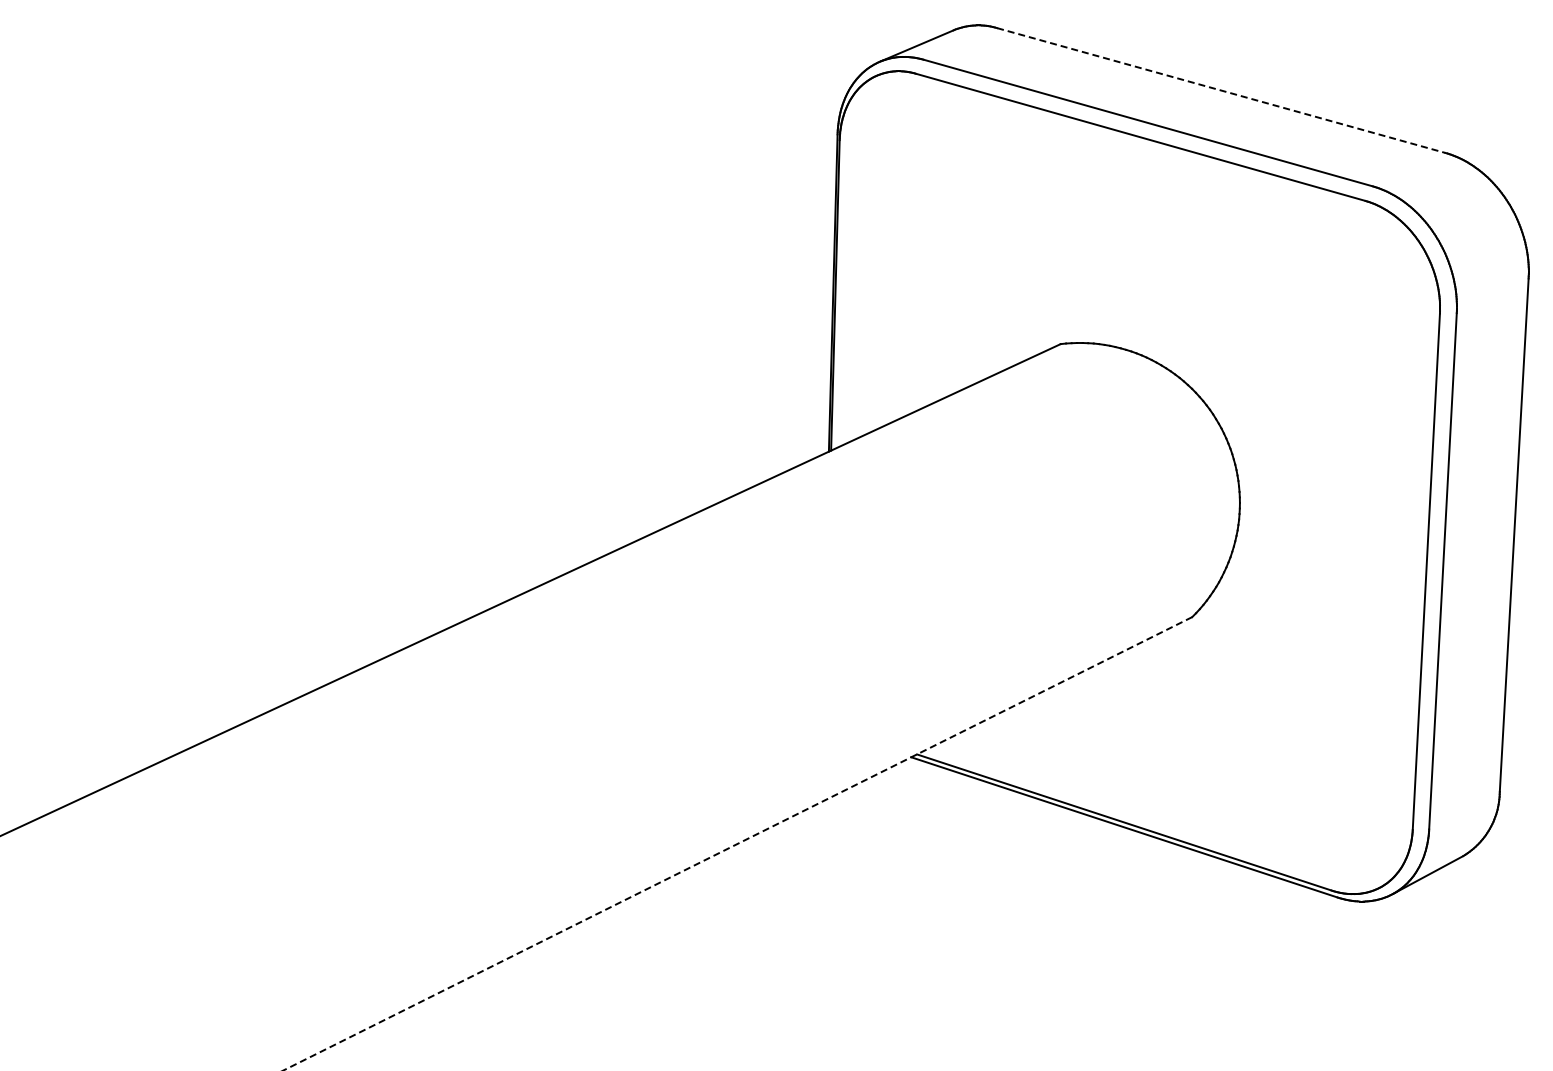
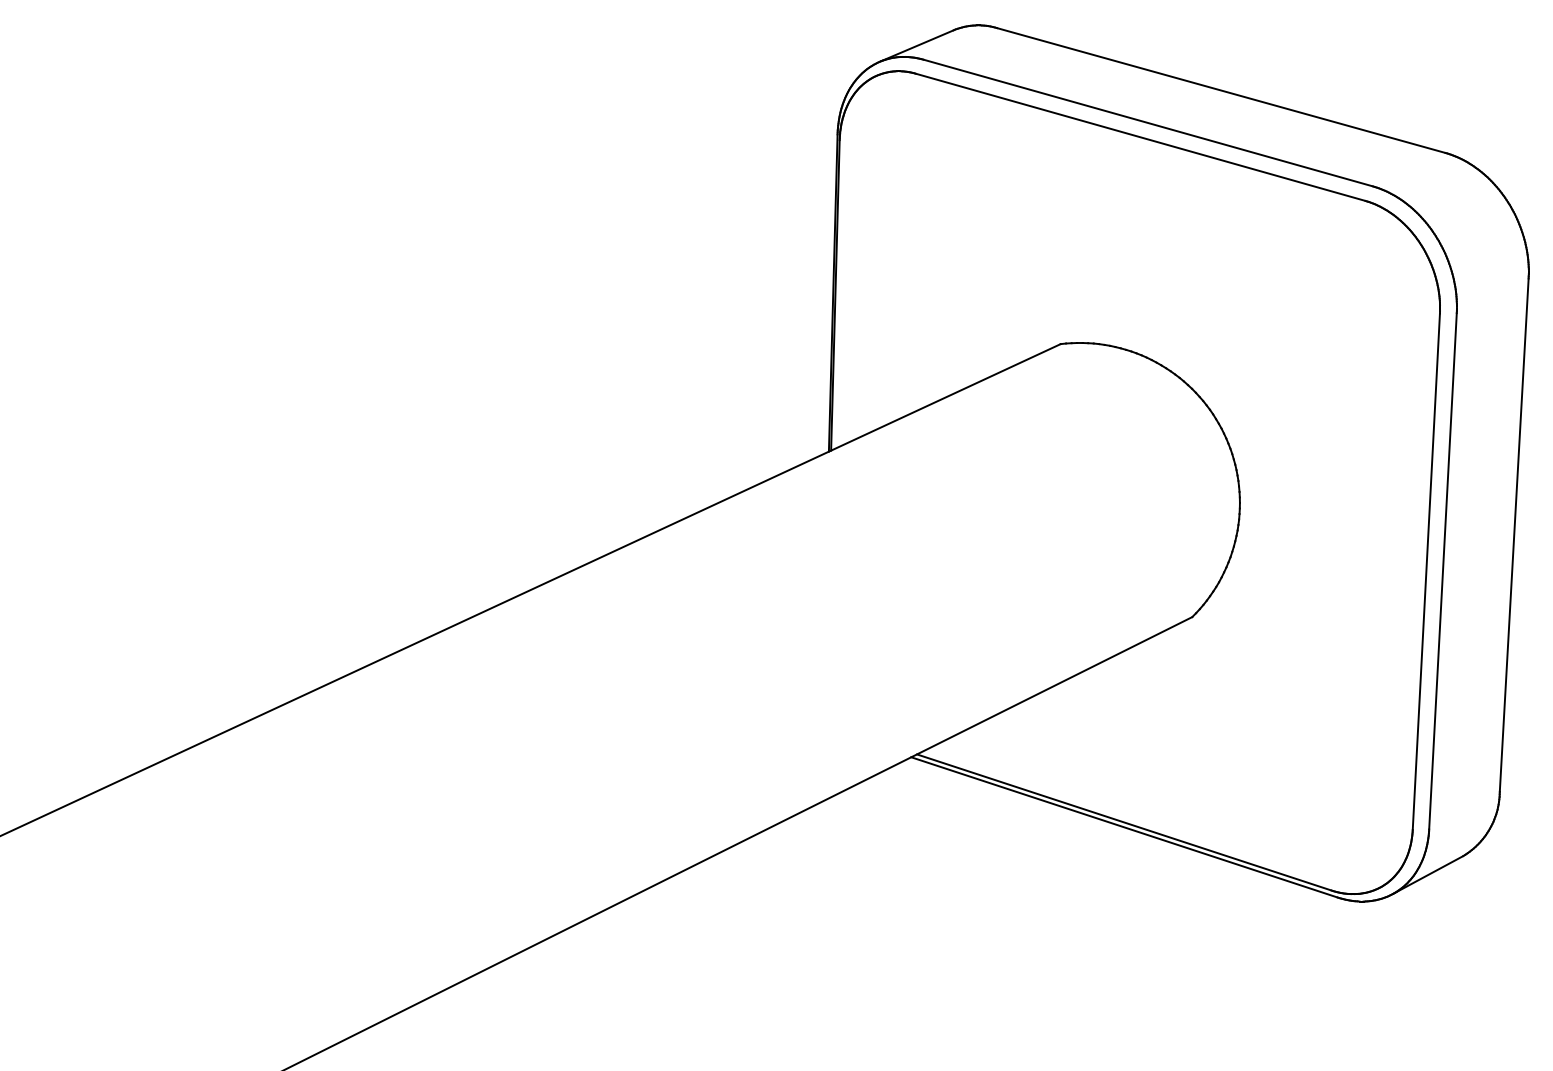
line at (1221, 90): dashed -> solid
line at (737, 843): dashed -> solid
